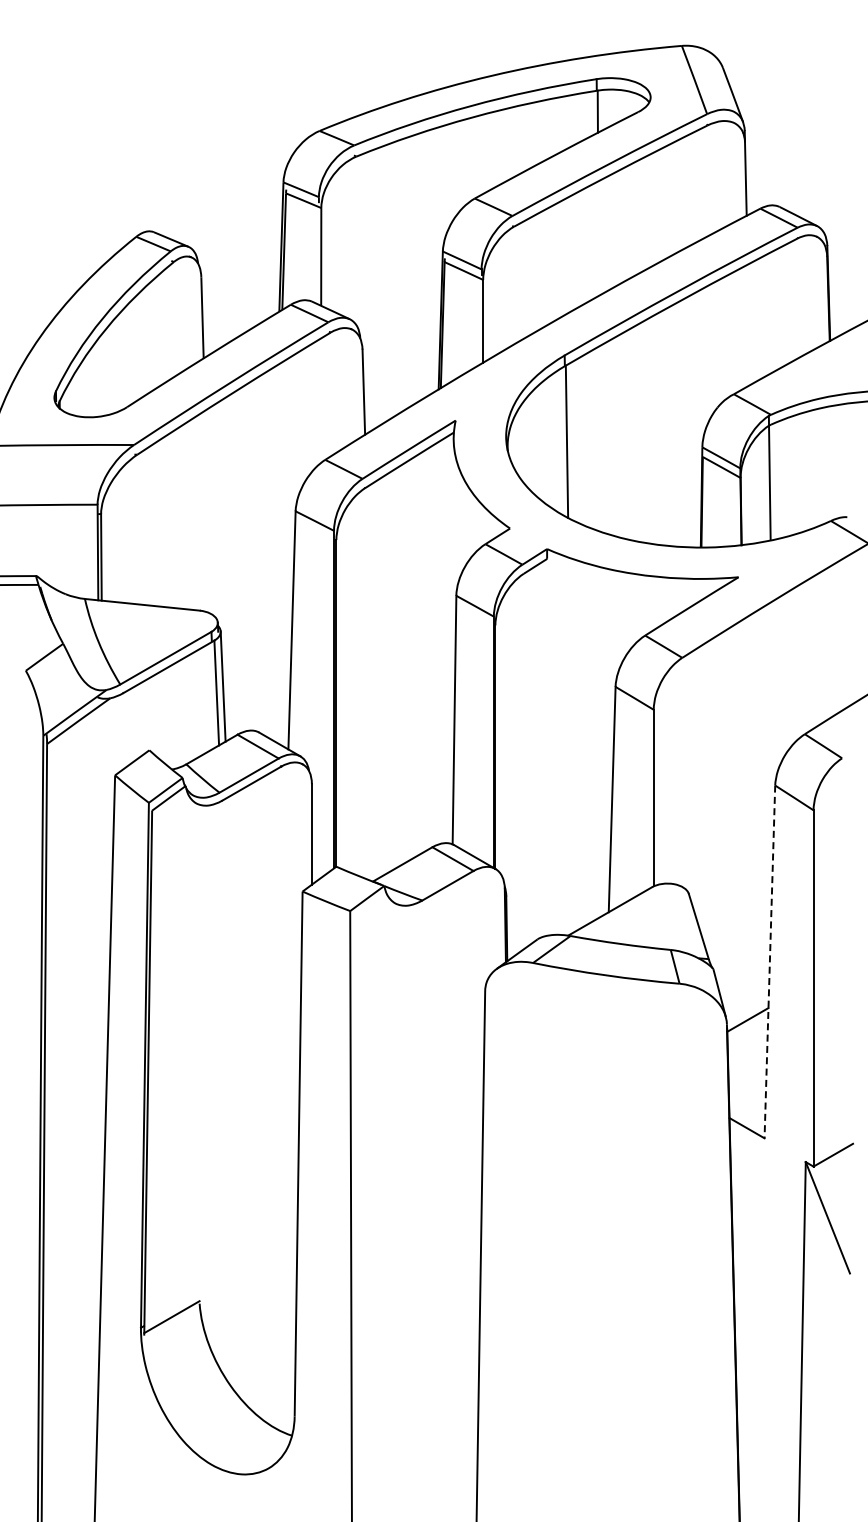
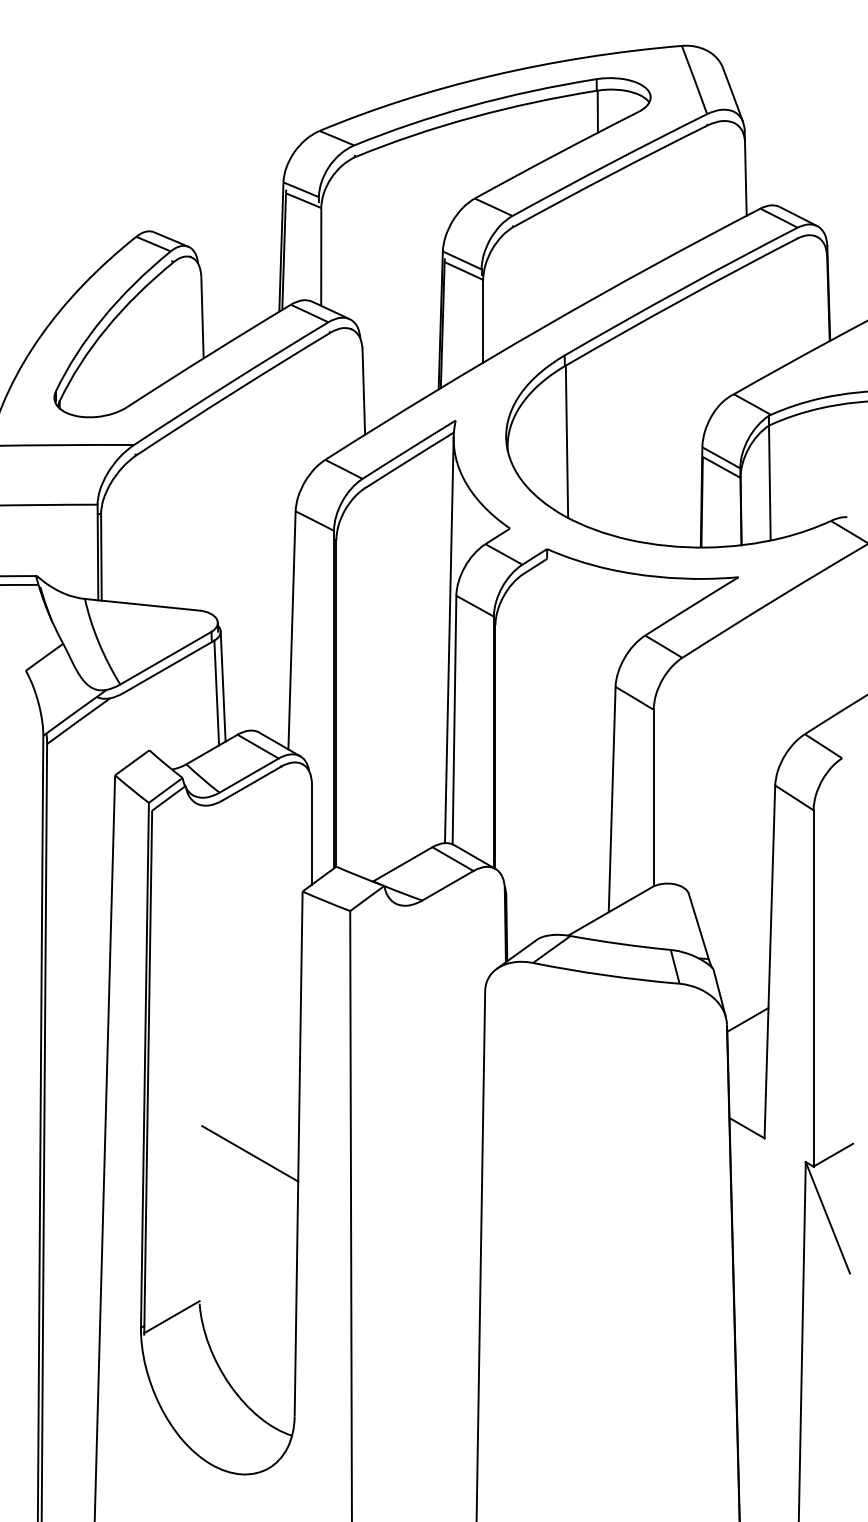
line at (448, 640): none -> present
line at (769, 962): dashed -> solid
line at (250, 1153): none -> present
